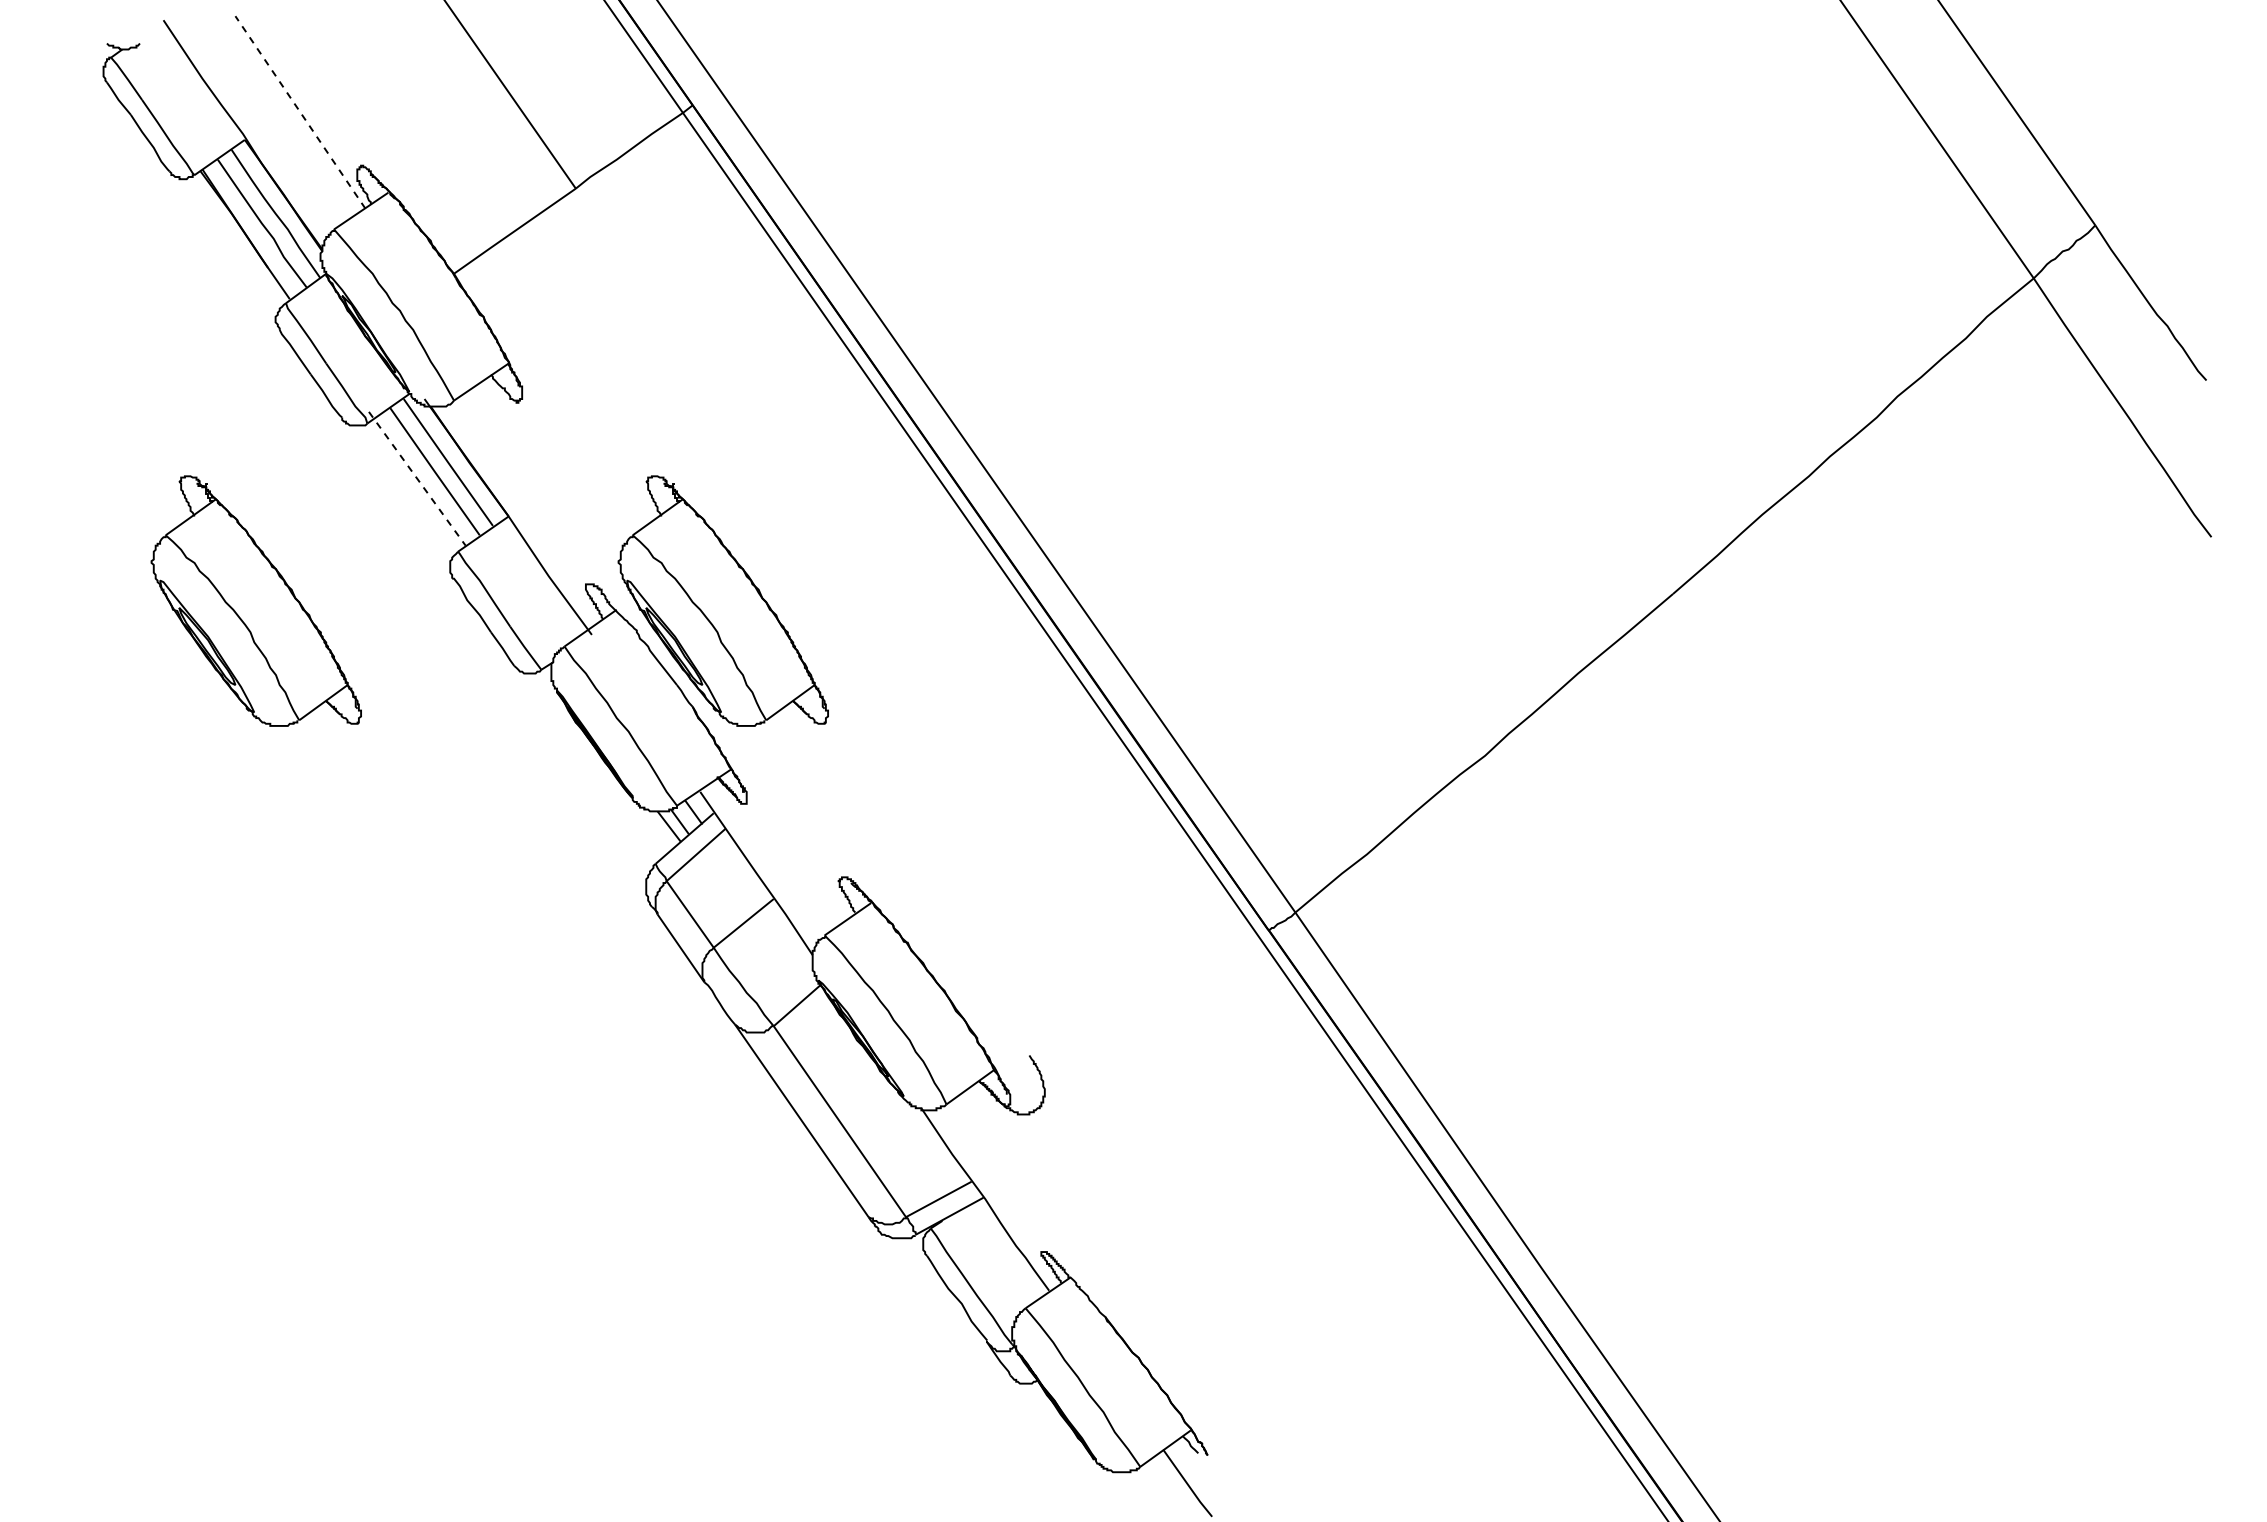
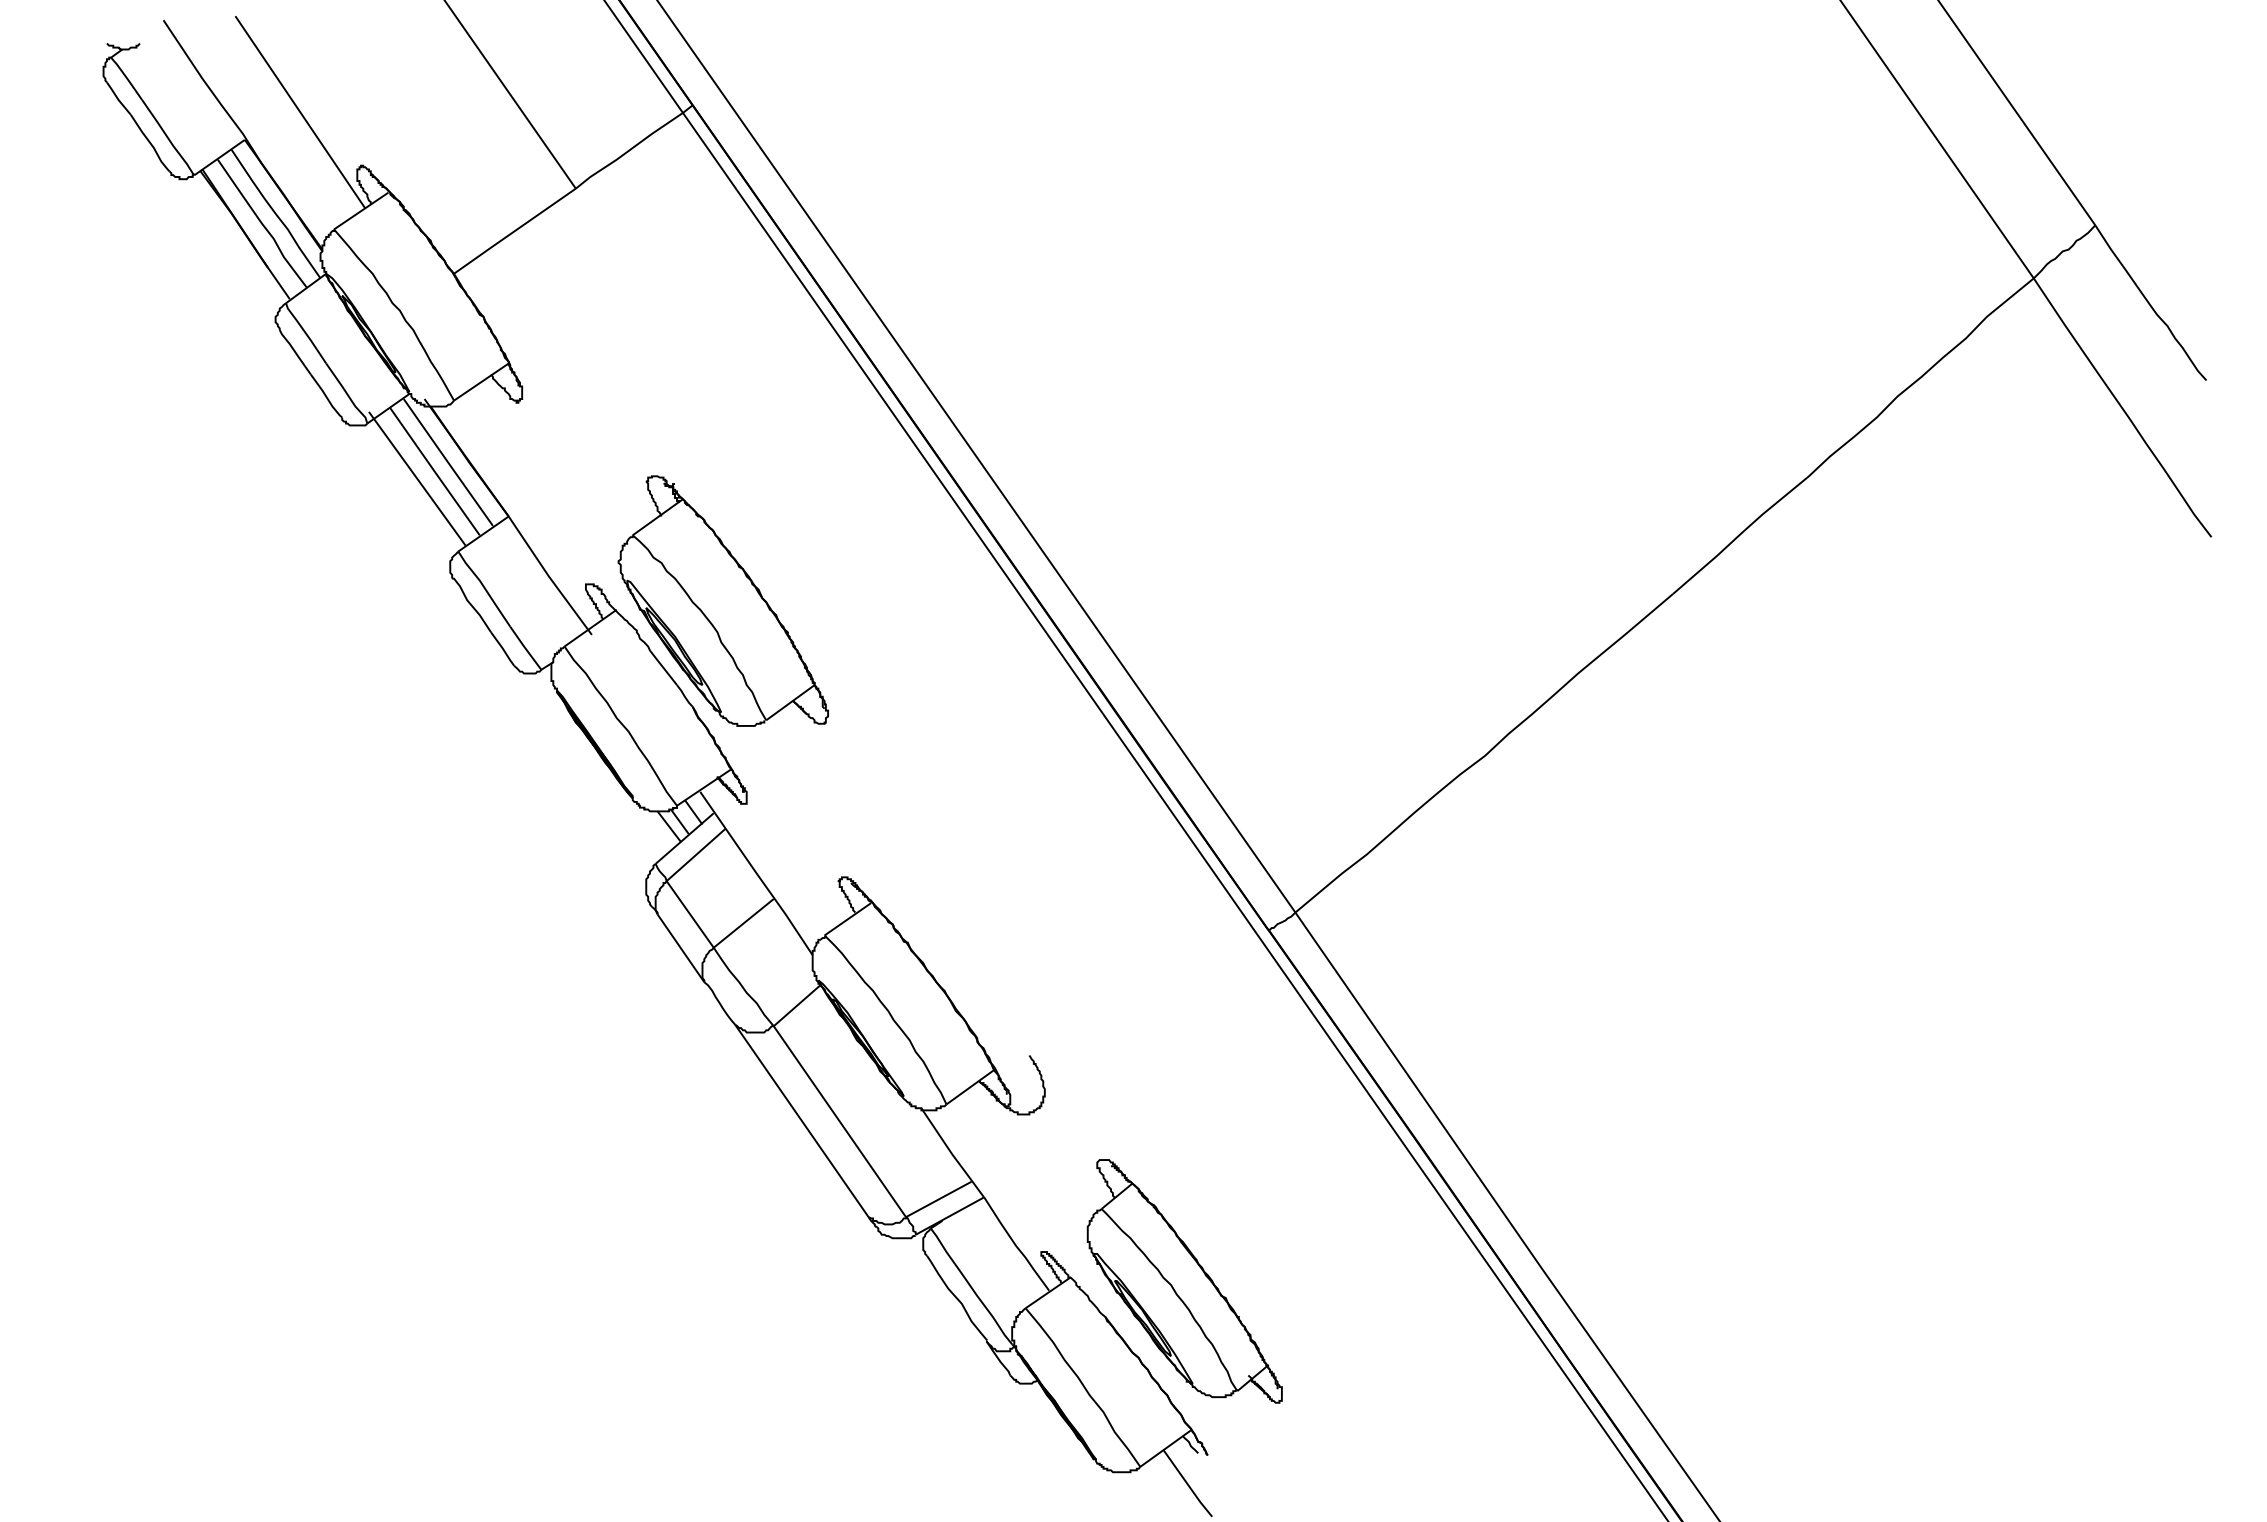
line at (300, 112): dashed -> solid
line at (417, 478): dashed -> solid
part at (255, 600): present -> none
part at (1184, 1281): none -> present
